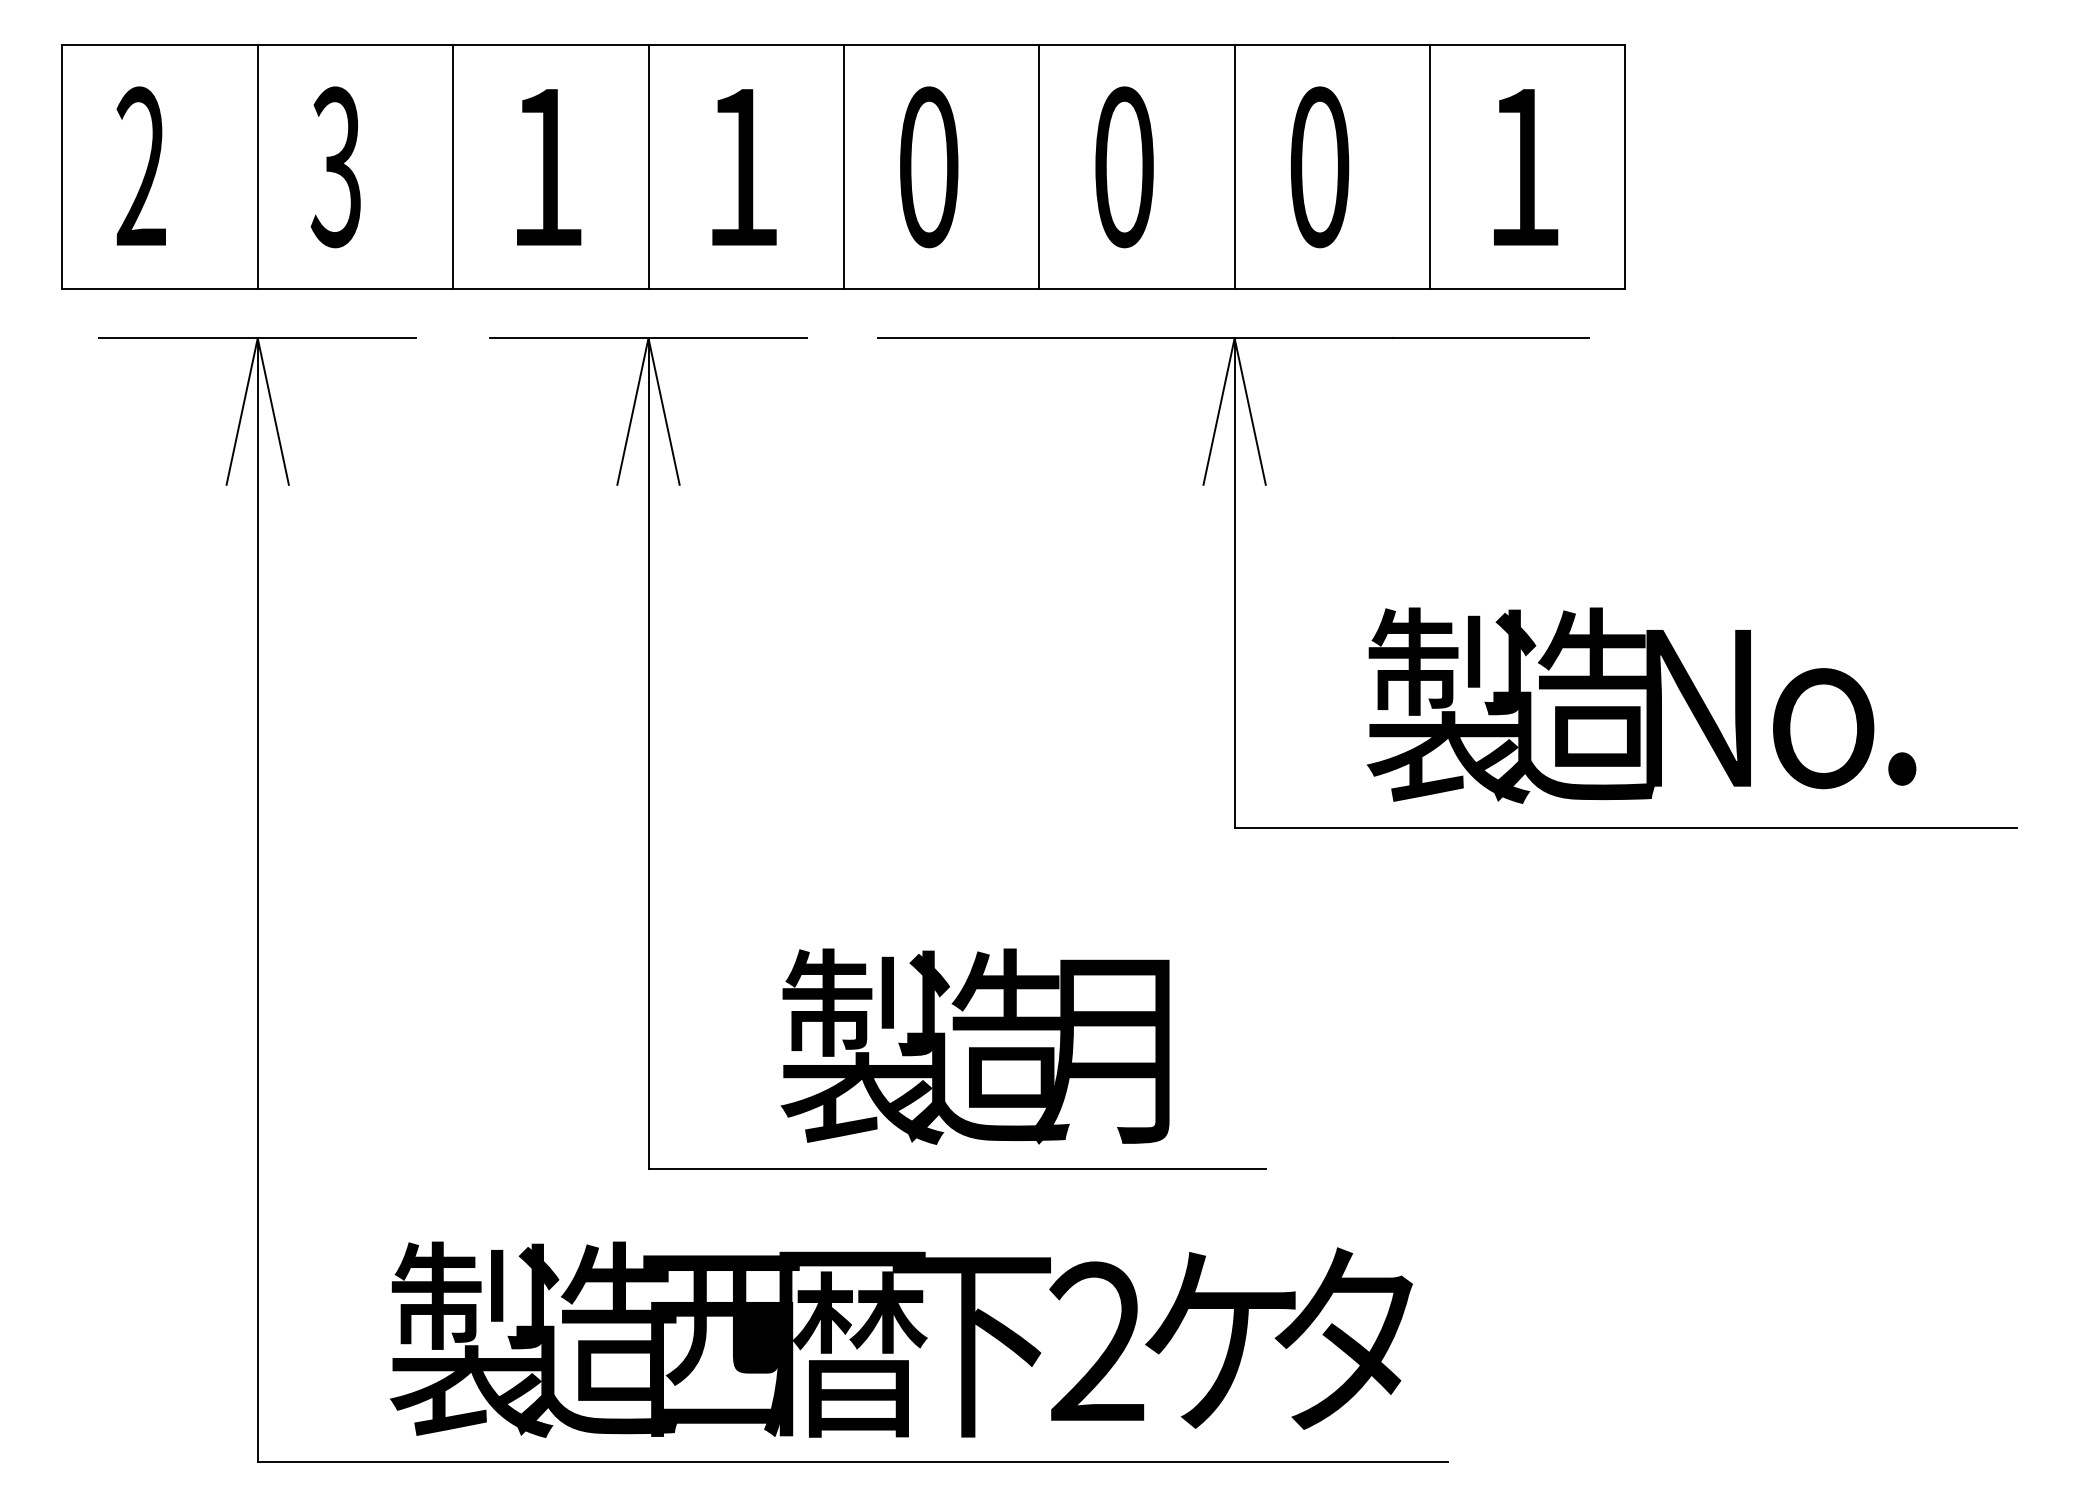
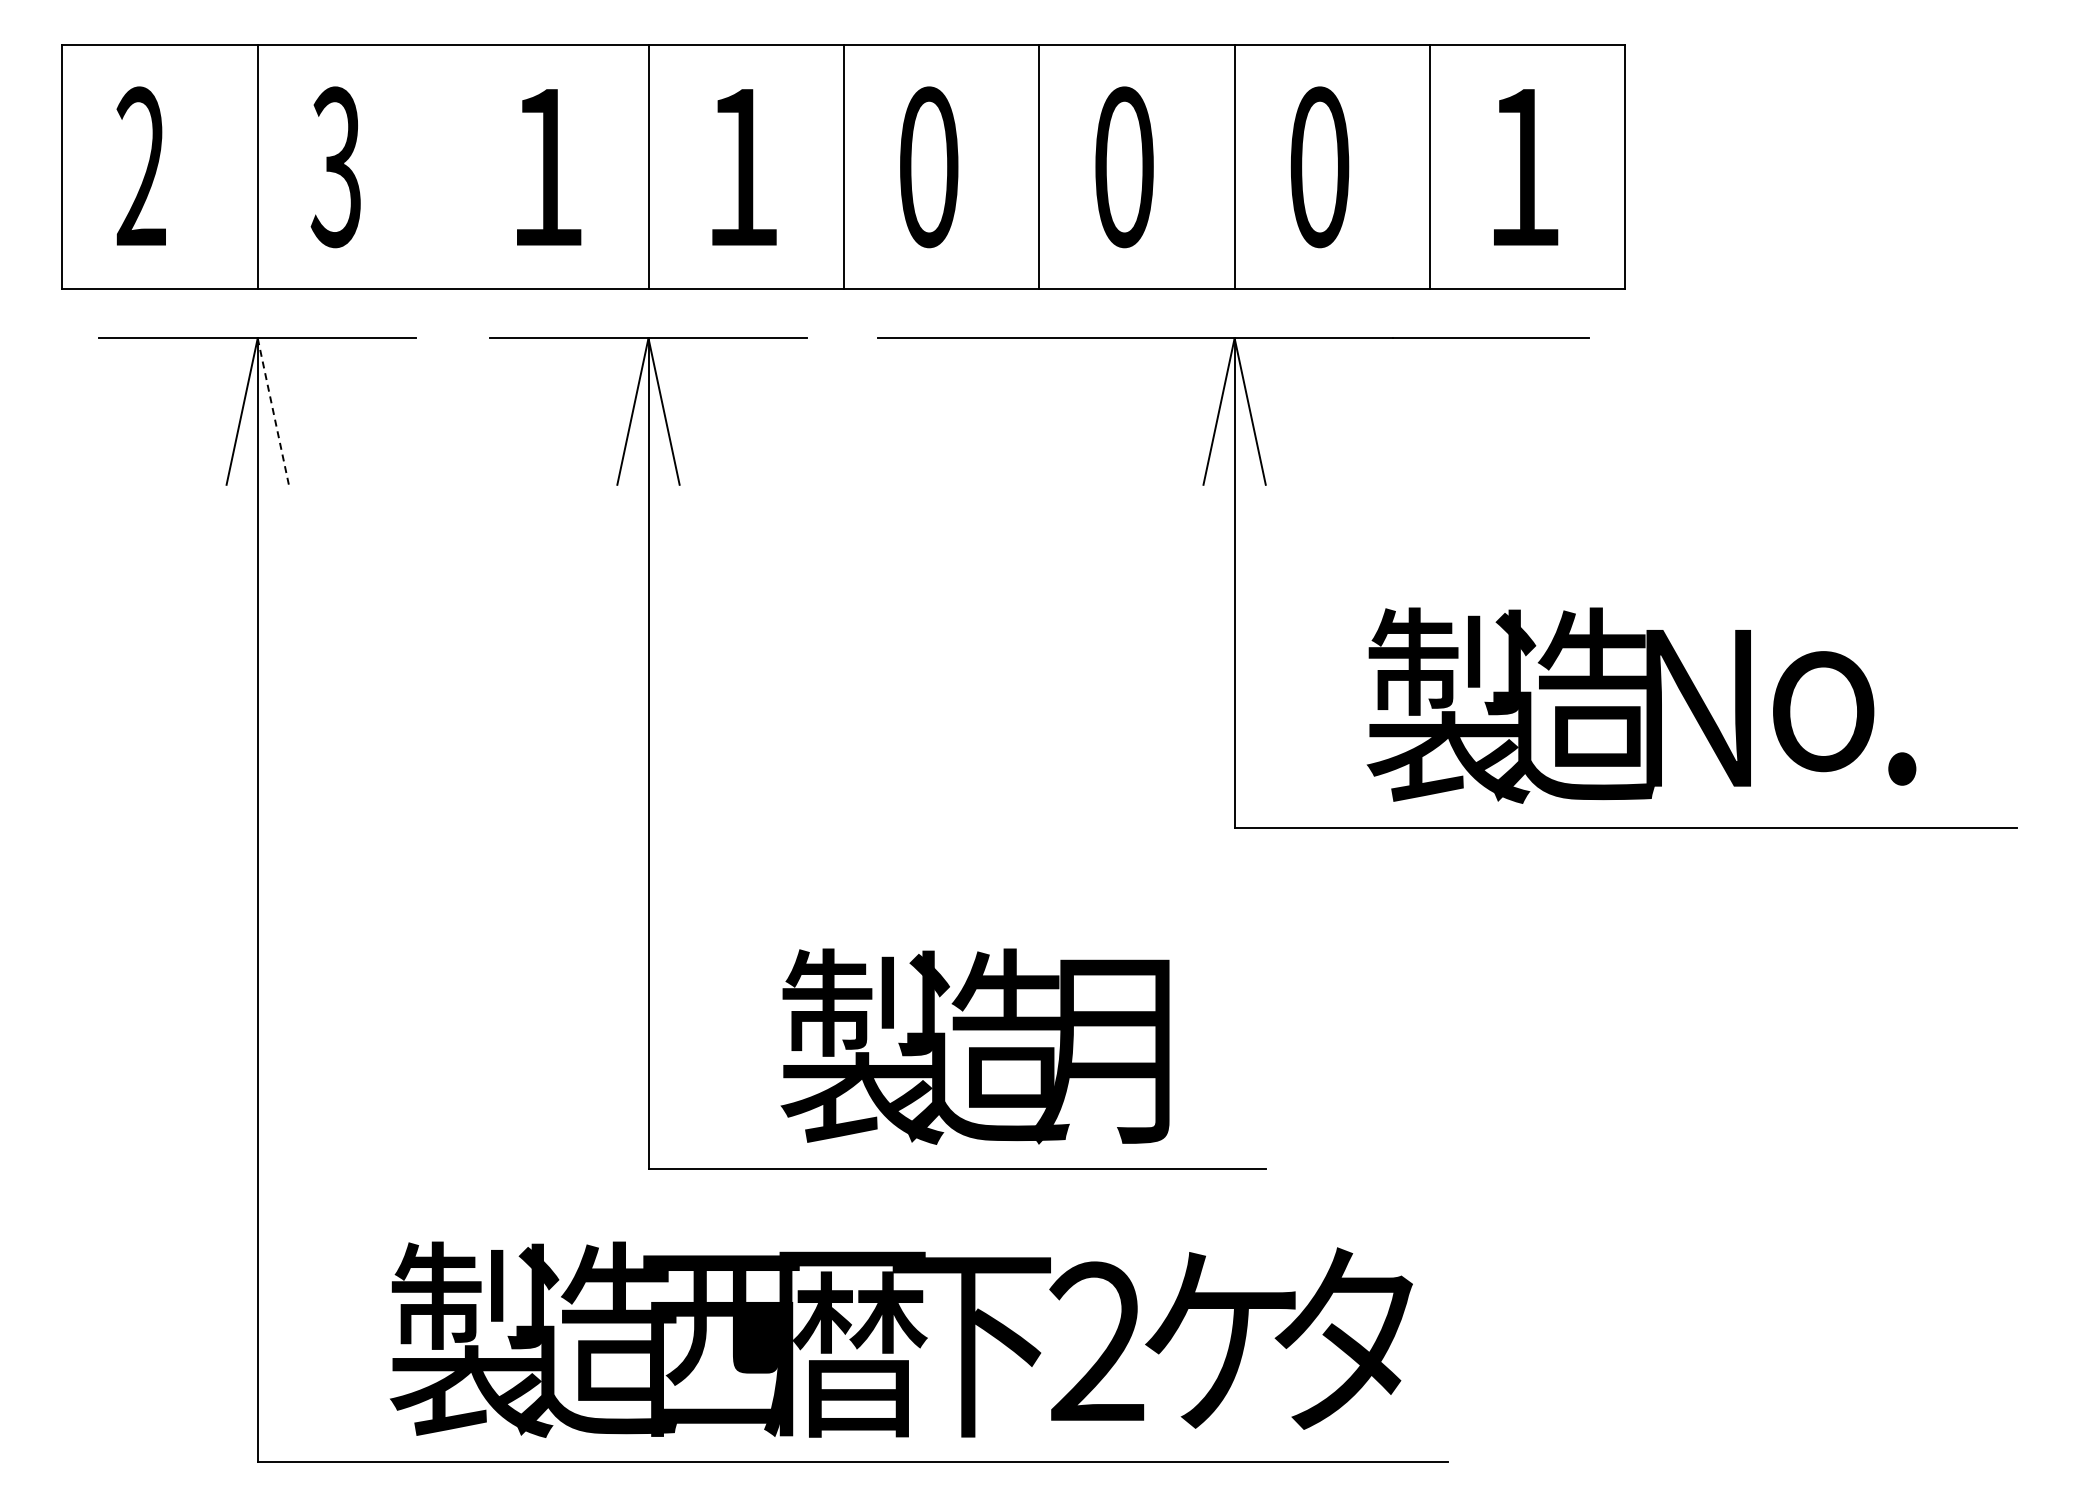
line at (453, 167): present -> none
line at (273, 411): solid -> dashed
text at (1823, 728) position: (1823, 728) -> (1823, 711)
